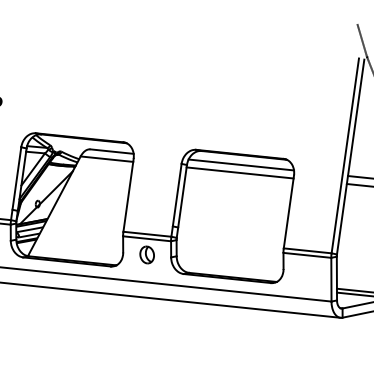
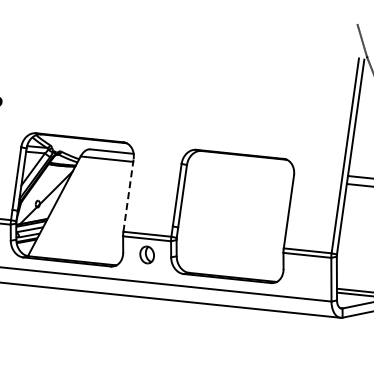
line at (241, 164): present -> none
line at (239, 172): present -> none
line at (128, 195): solid -> dashed
